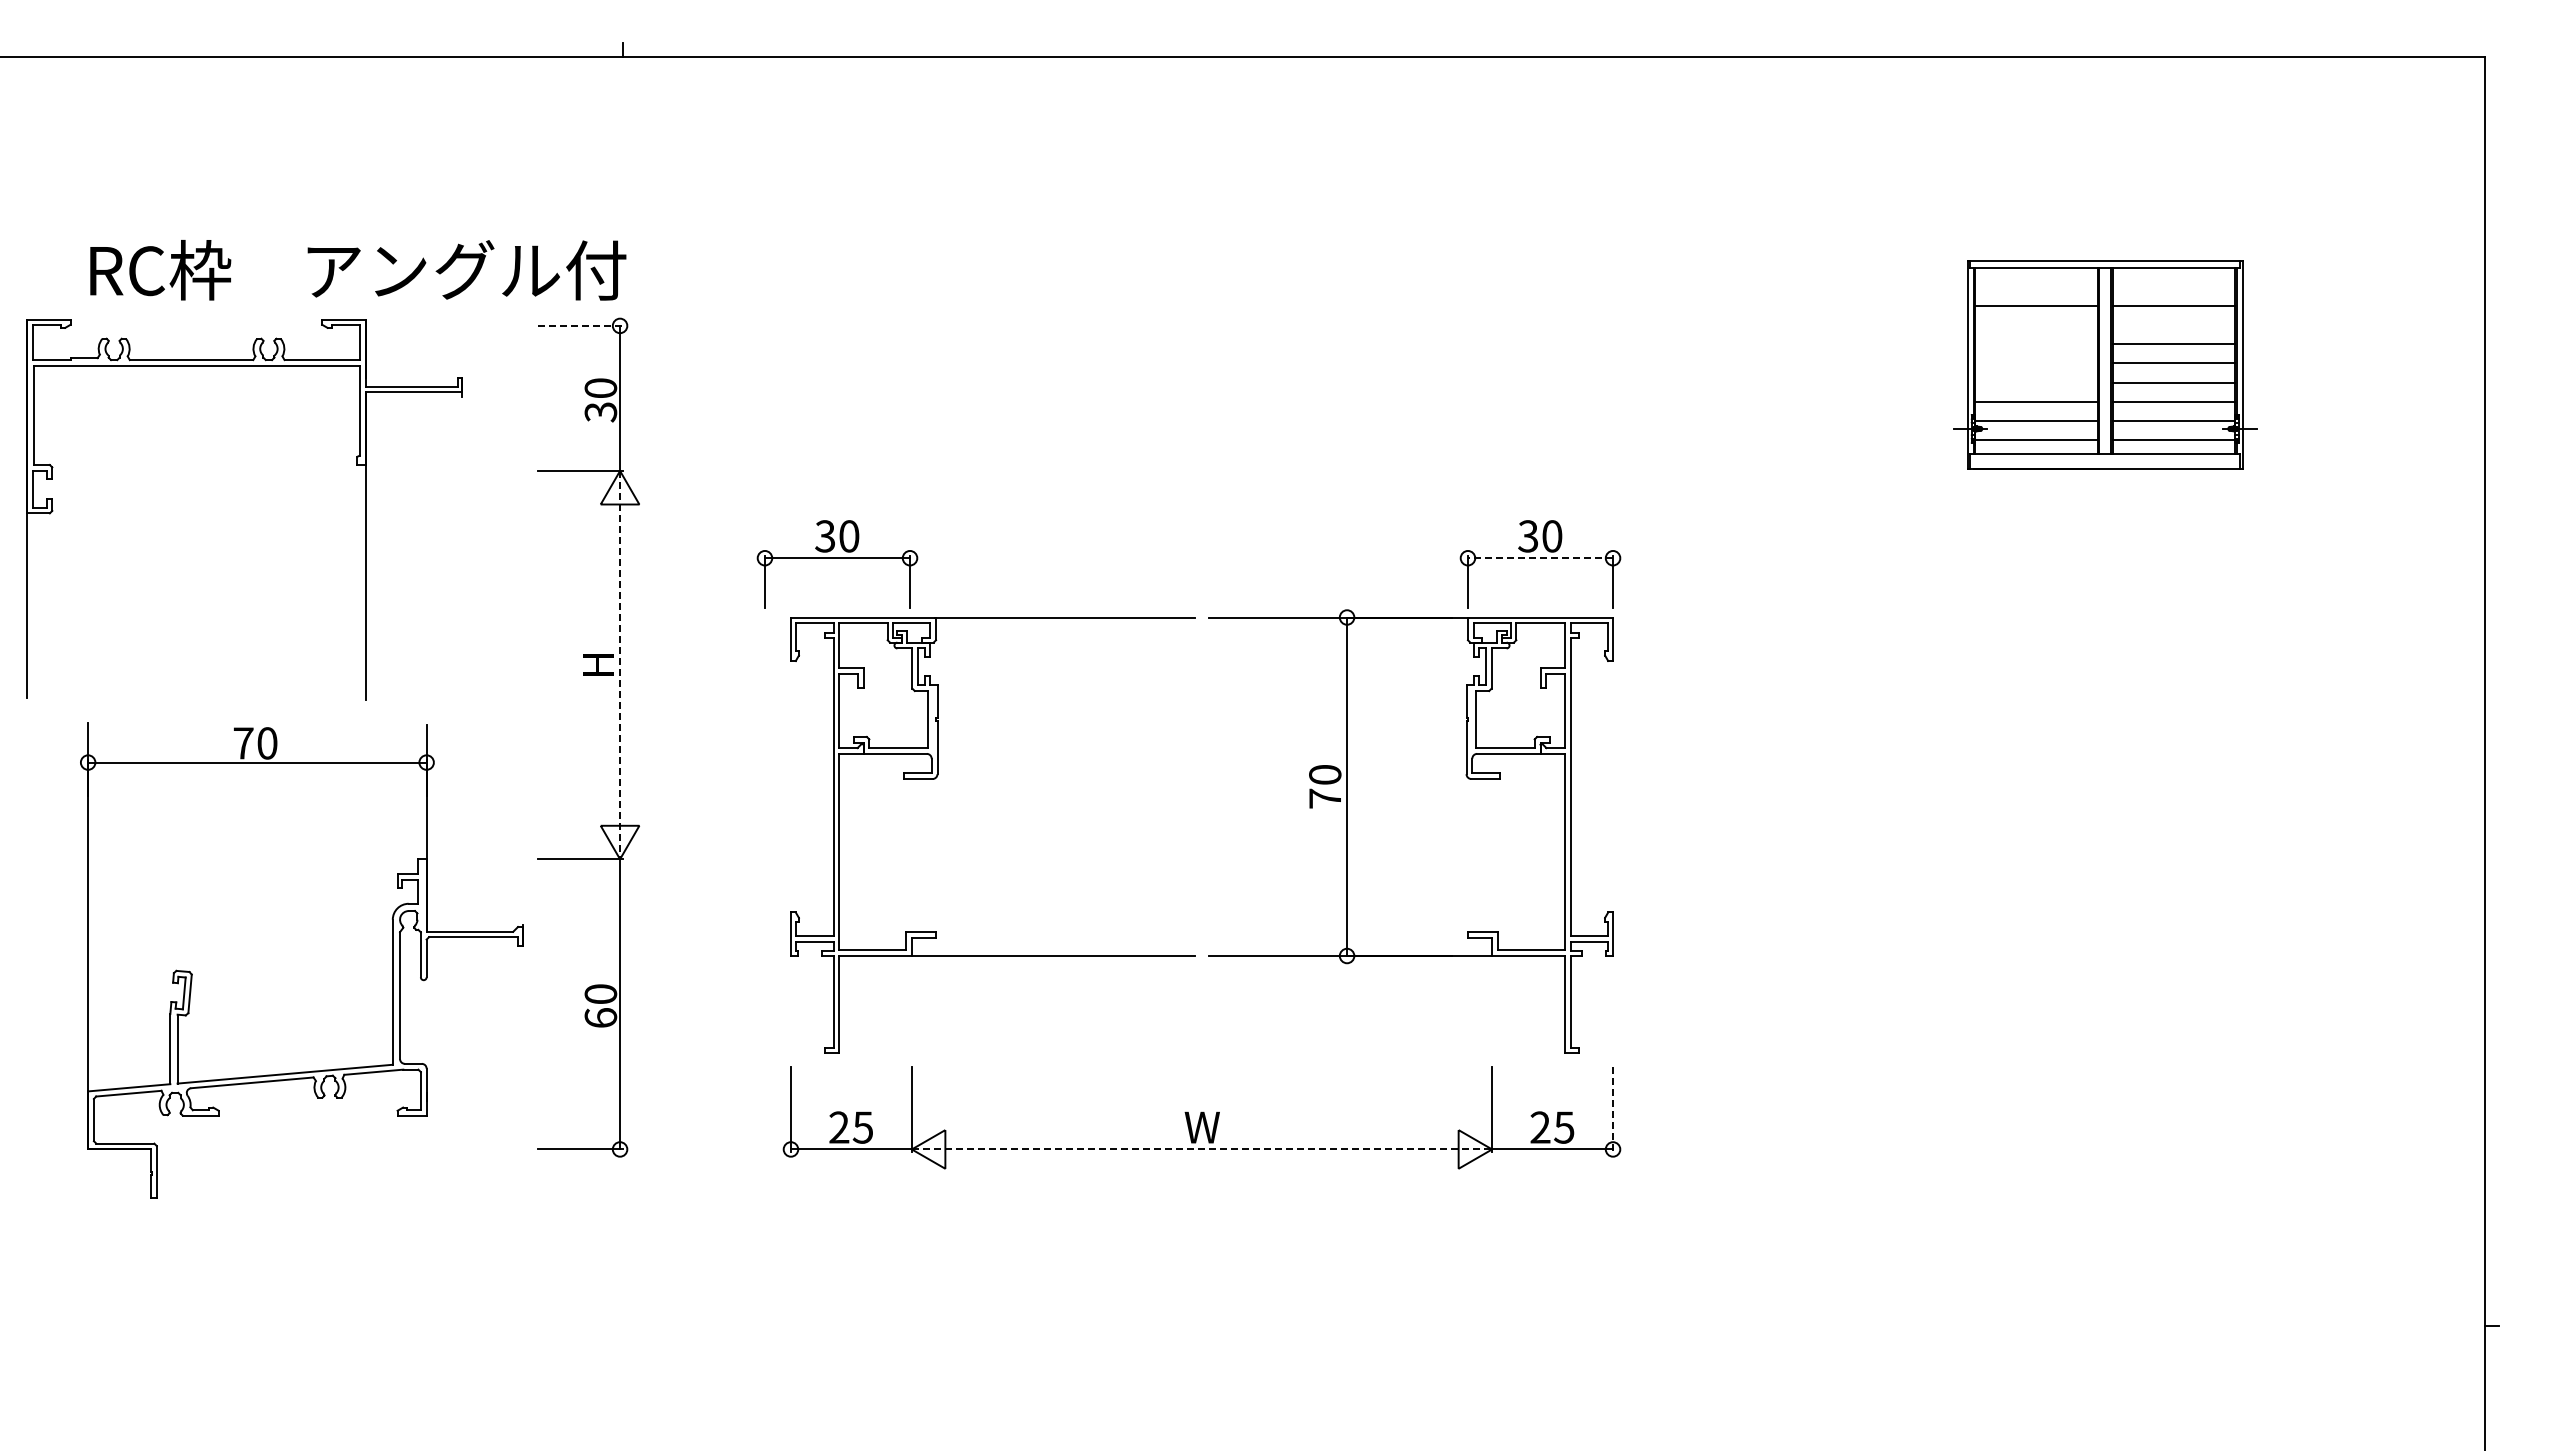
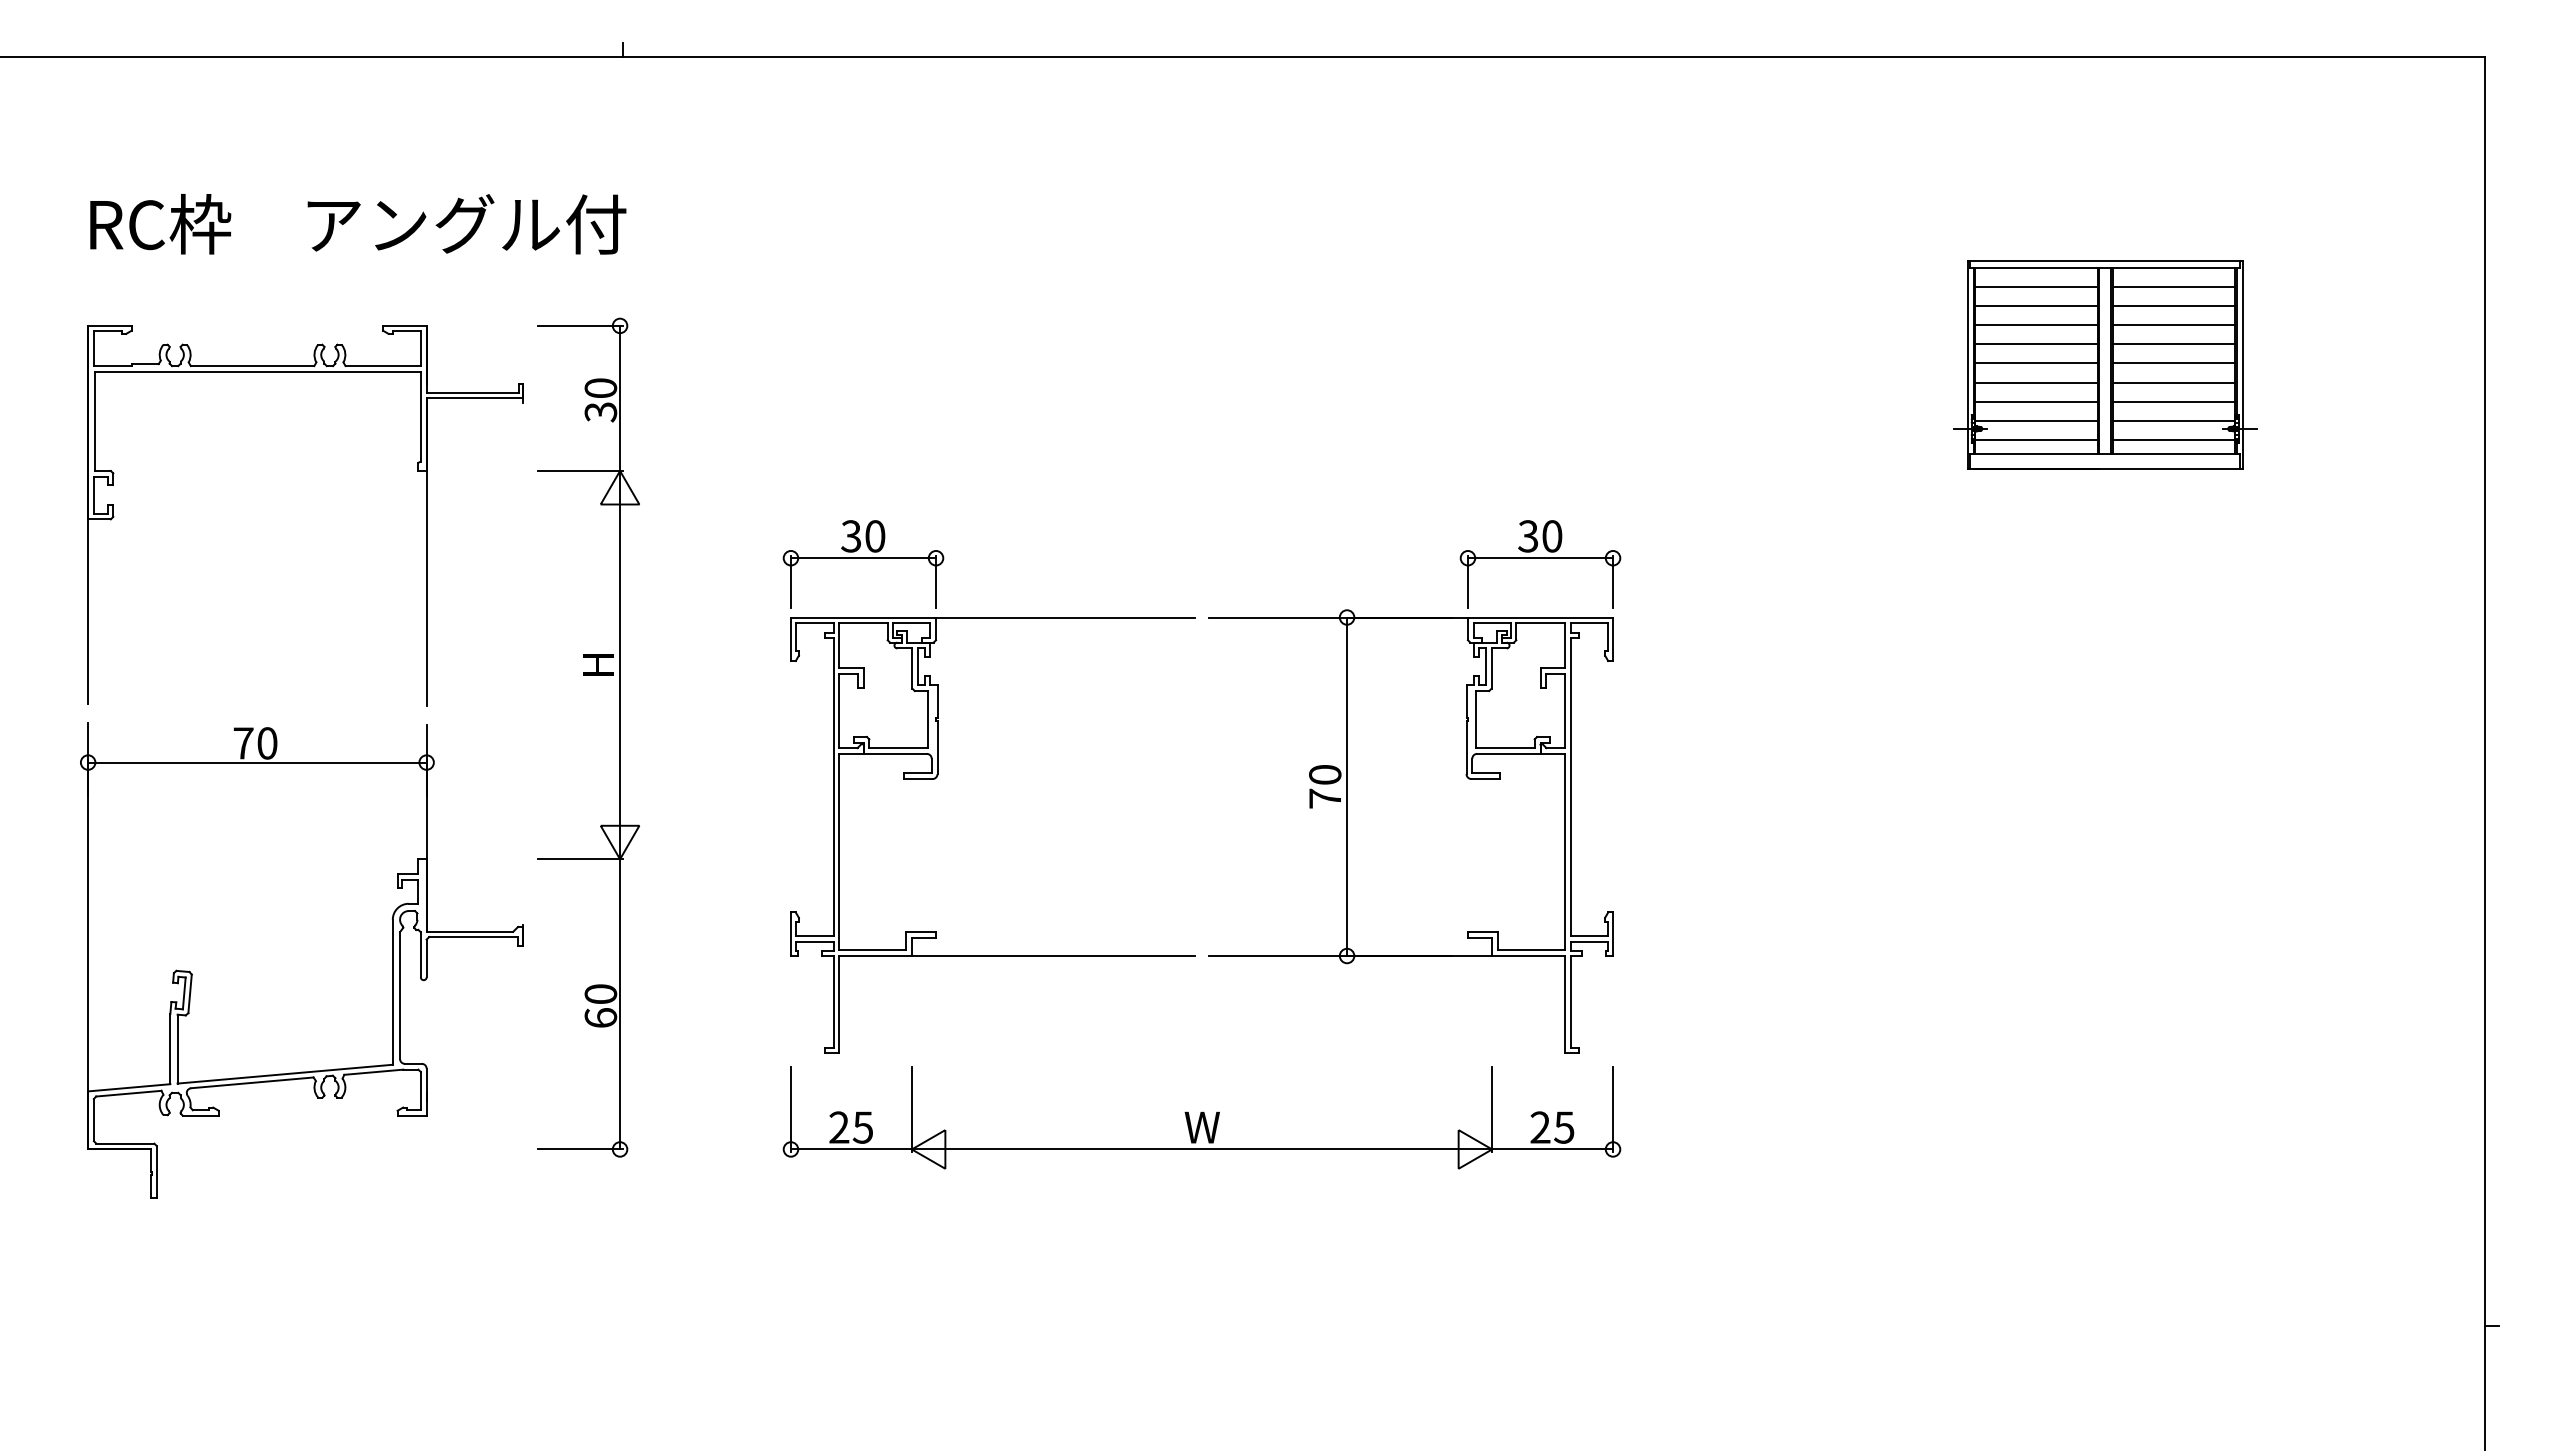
text at (358, 270) position: (358, 270) -> (358, 224)
line at (2036, 286): none -> present
line at (2173, 286): none -> present
line at (580, 325): dashed -> solid
line at (2036, 325): none -> present
line at (2173, 325): none -> present
line at (2036, 344): none -> present
line at (2036, 363): none -> present
line at (2036, 382): none -> present
part at (356, 465) position: (356, 465) -> (417, 471)
line at (1540, 558): dashed -> solid
part at (837, 564) position: (837, 564) -> (863, 564)
line at (620, 665): dashed -> solid
line at (1613, 1110): dashed -> solid
line at (1202, 1149): dashed -> solid
